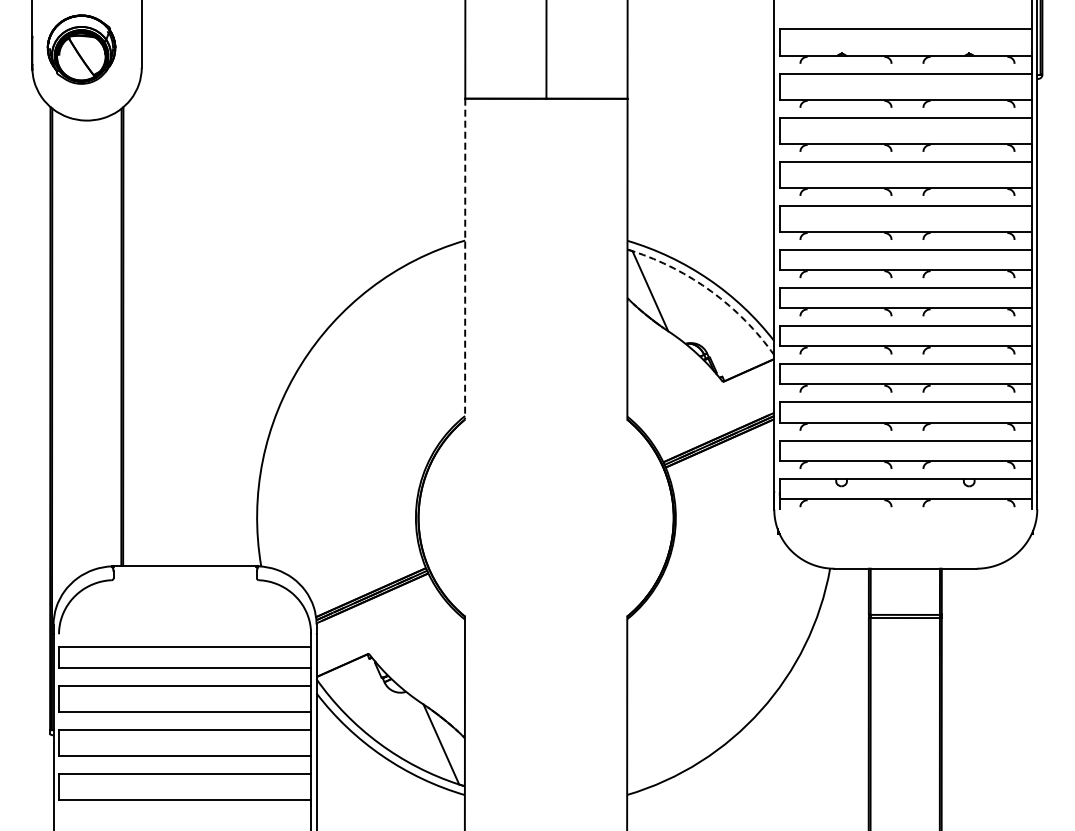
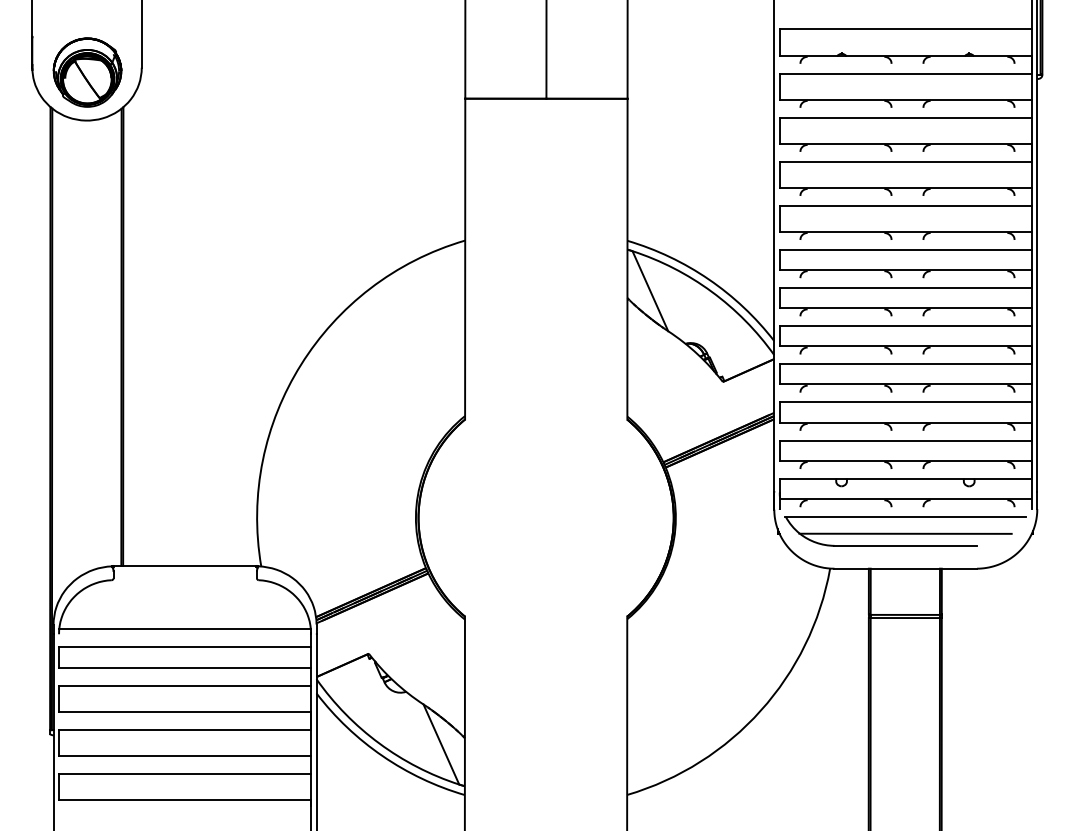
part at (81, 49) position: (81, 49) -> (87, 72)
line at (465, 259): dashed -> solid
arc at (711, 291): dashed -> solid
part at (905, 531): none -> present
line at (184, 629): none -> present
